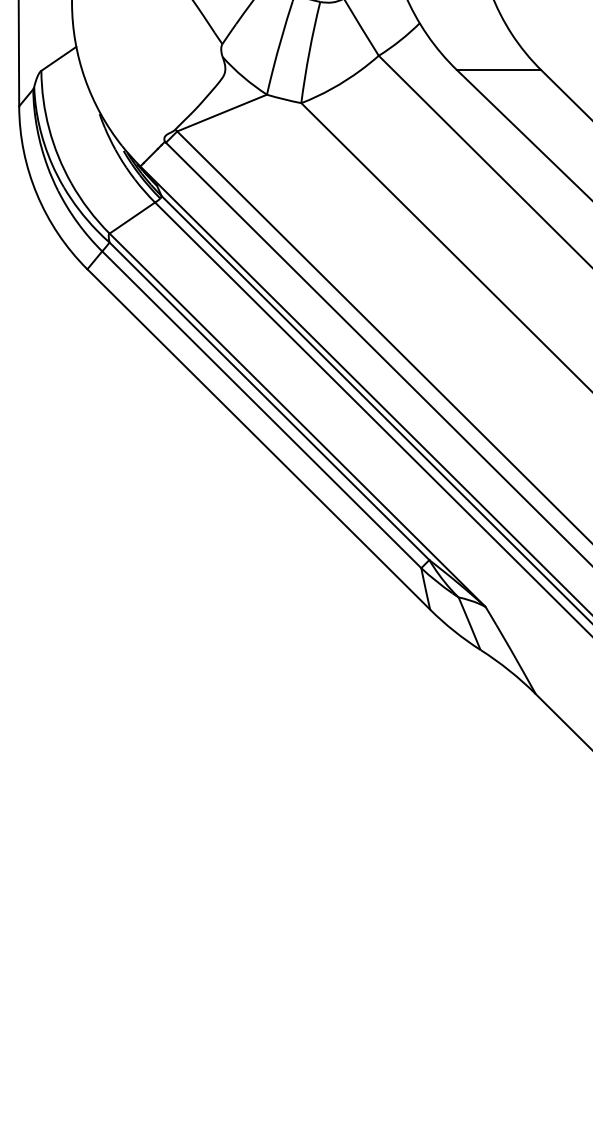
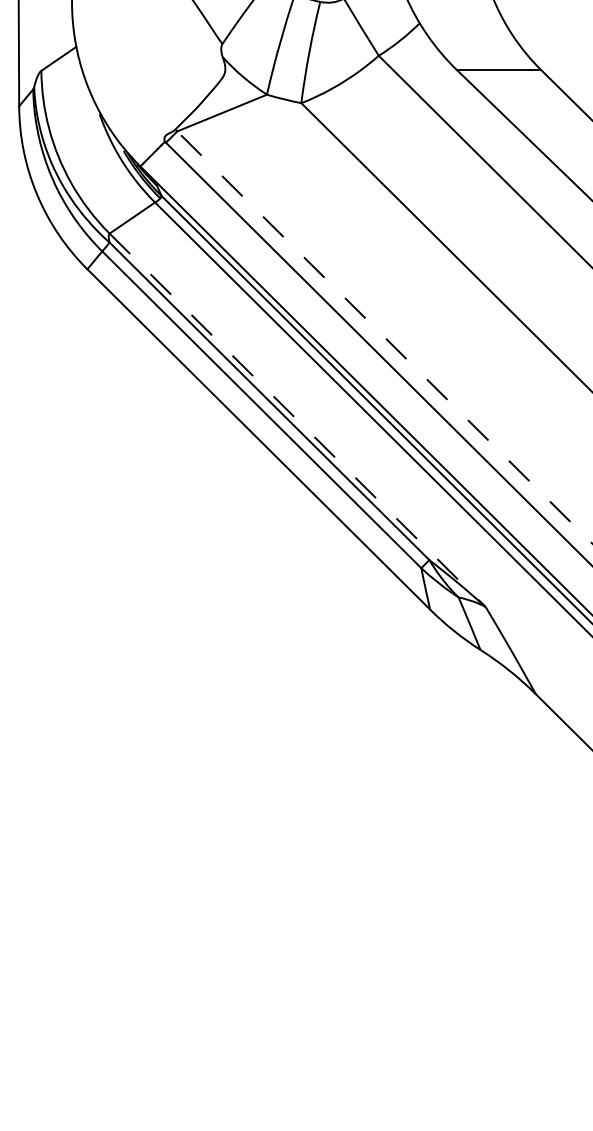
line at (385, 337): solid -> dashed
line at (297, 420): solid -> dashed
